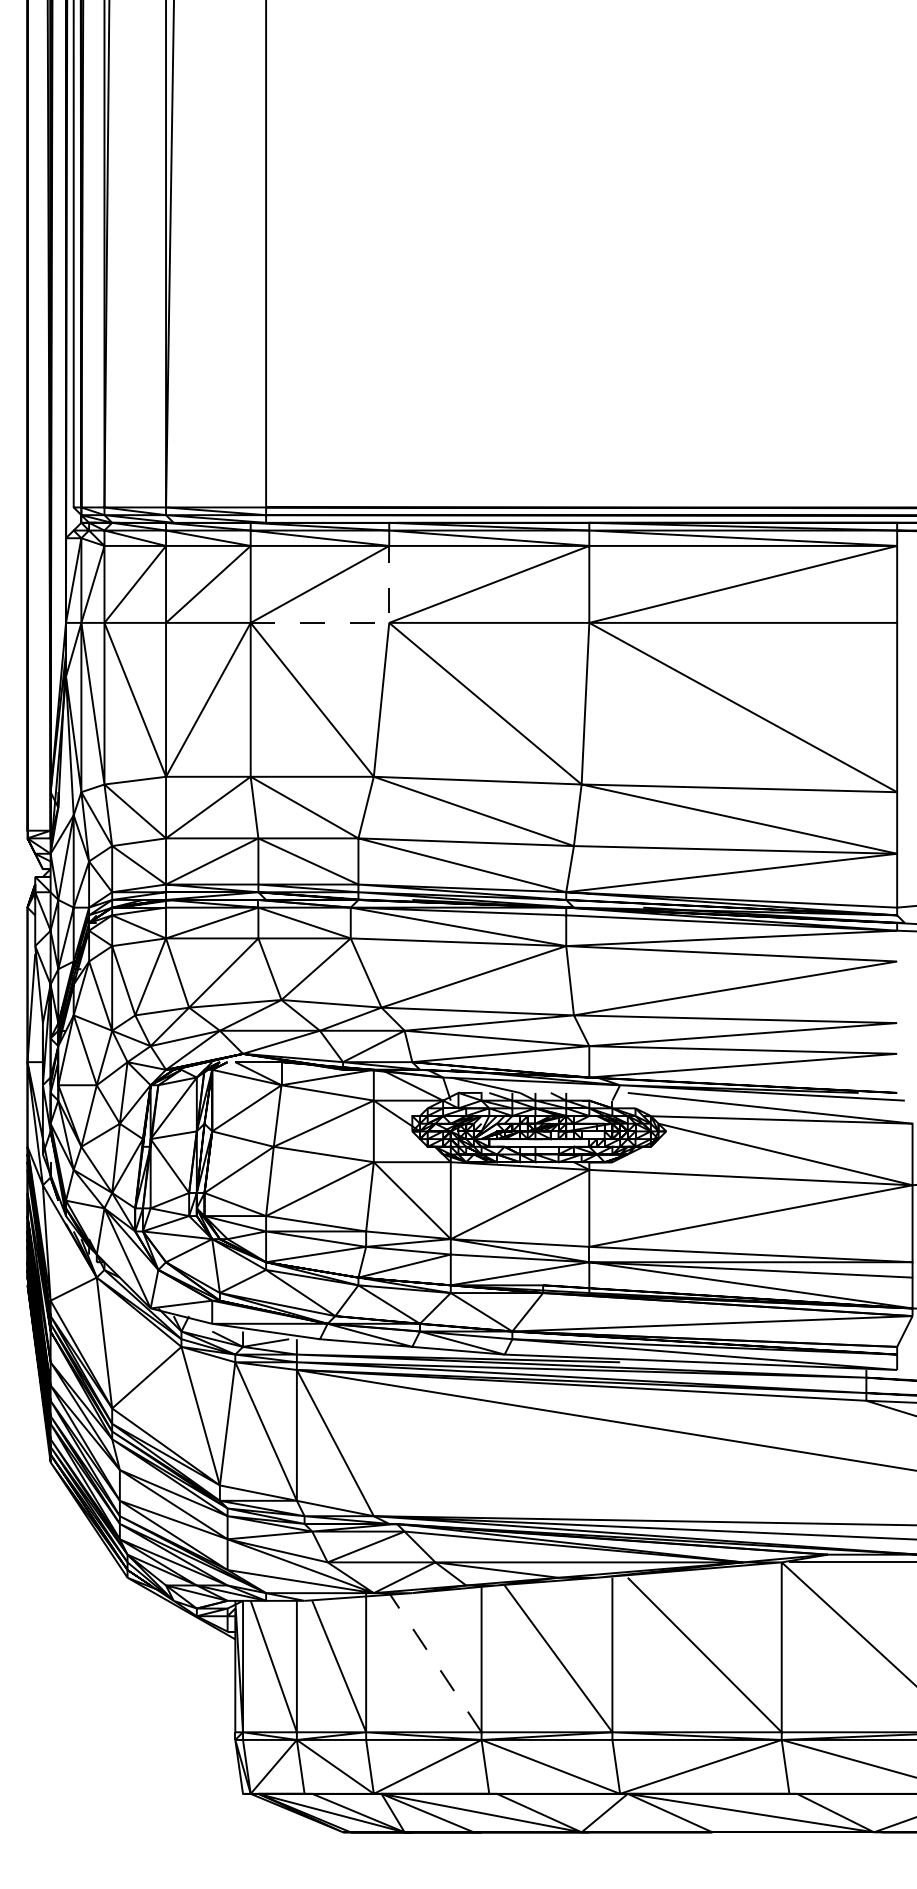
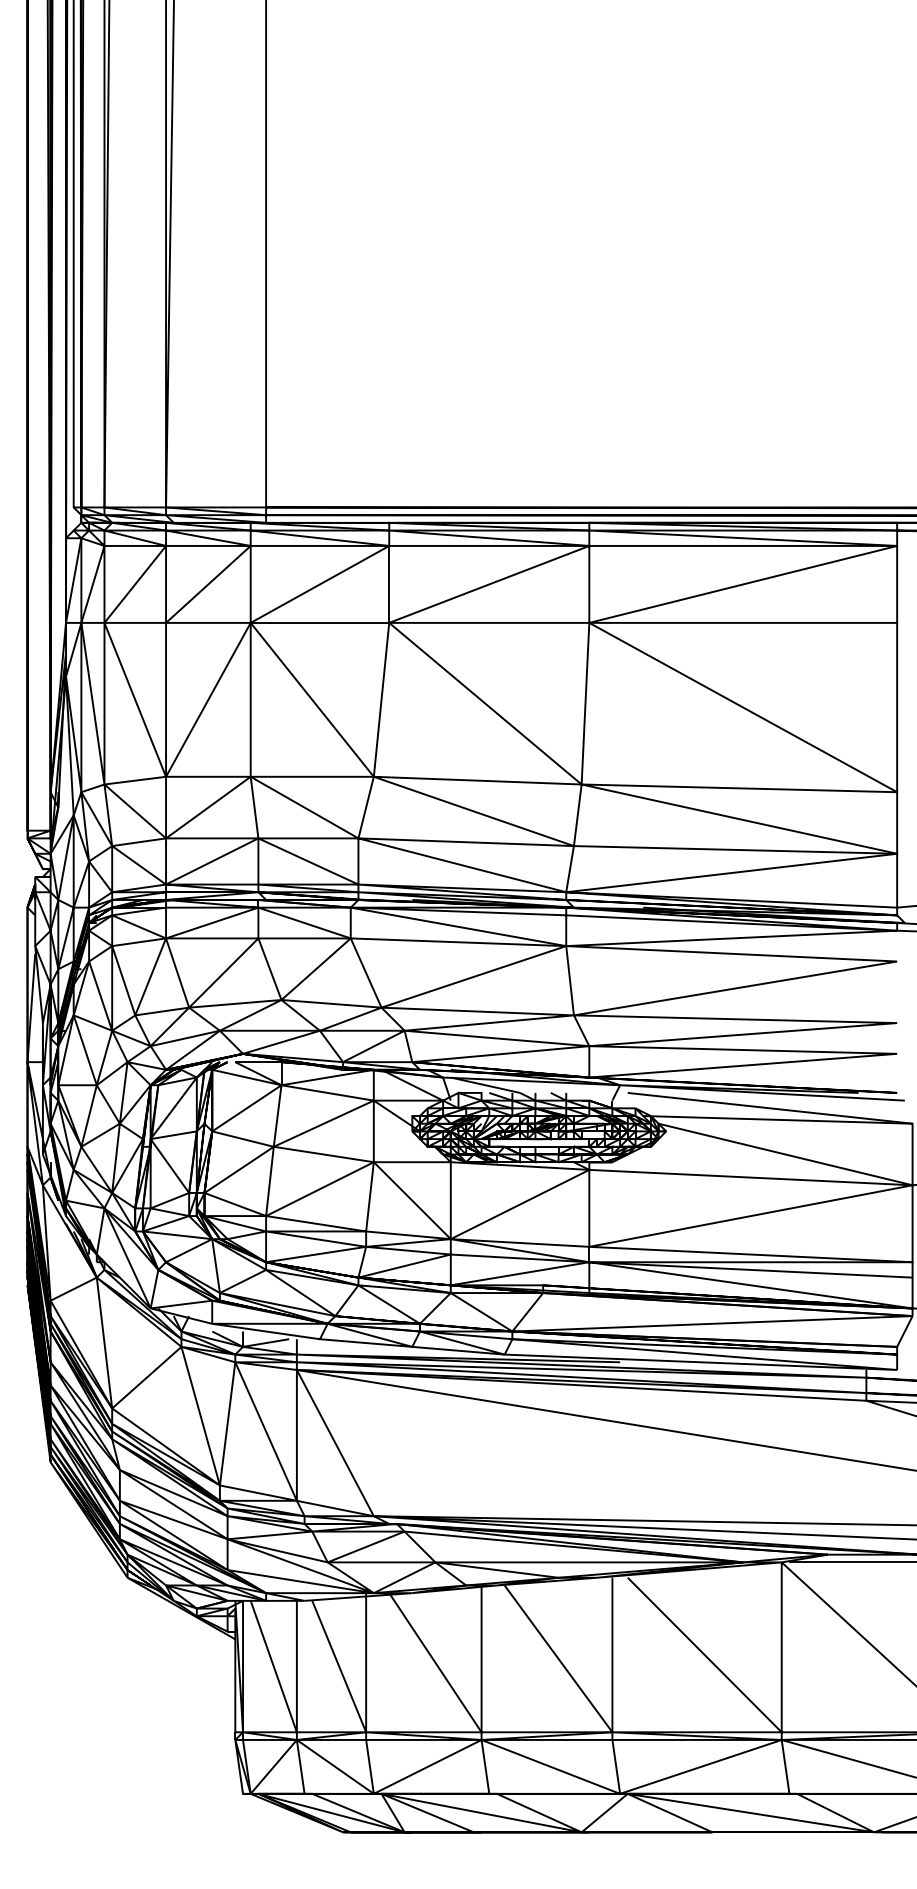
line at (359, 622): dashed -> solid
line at (435, 1662): dashed -> solid
